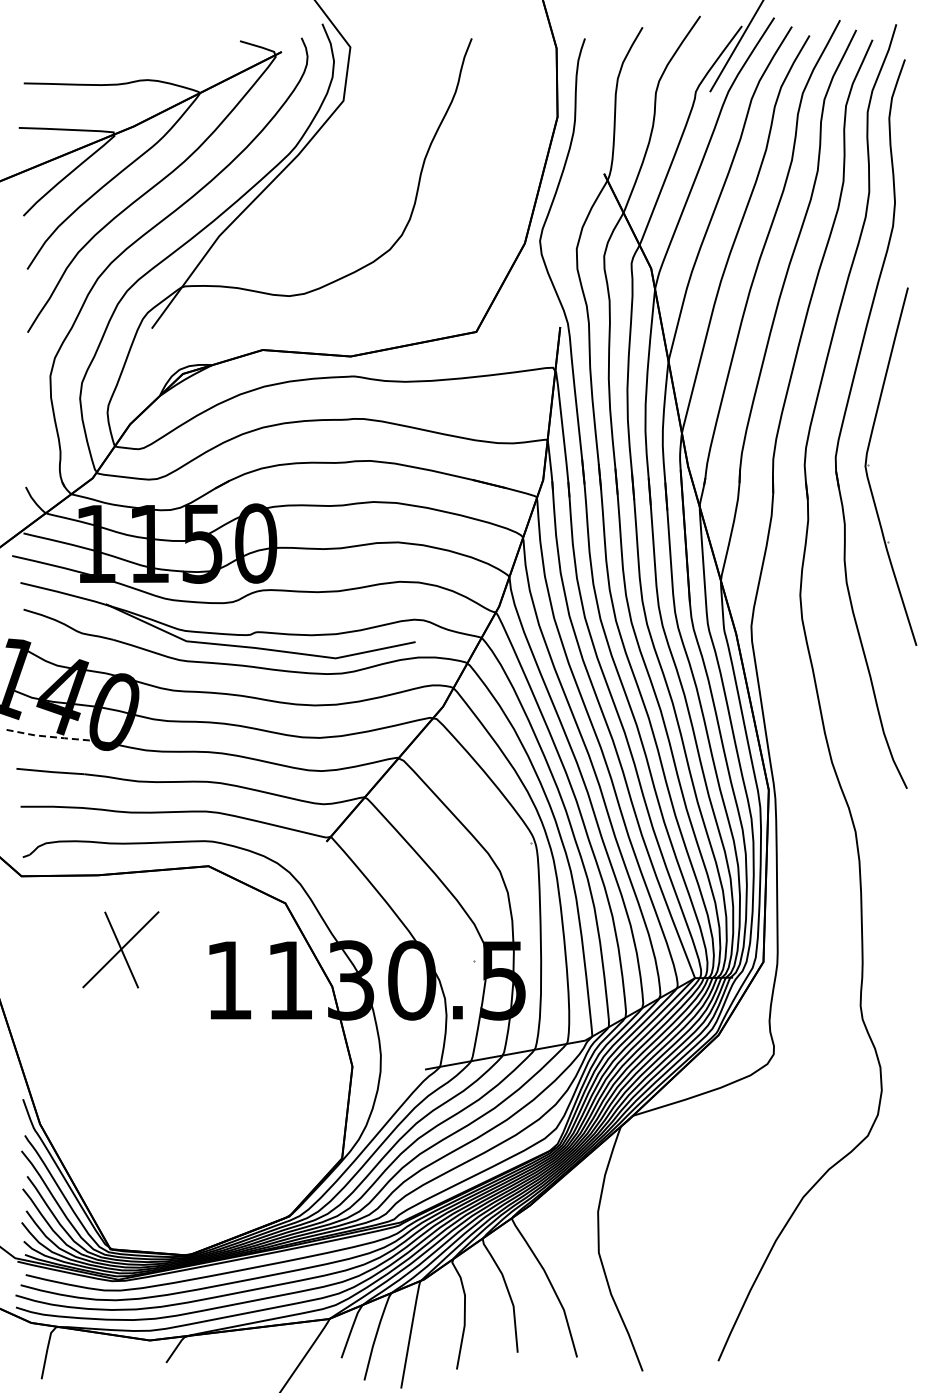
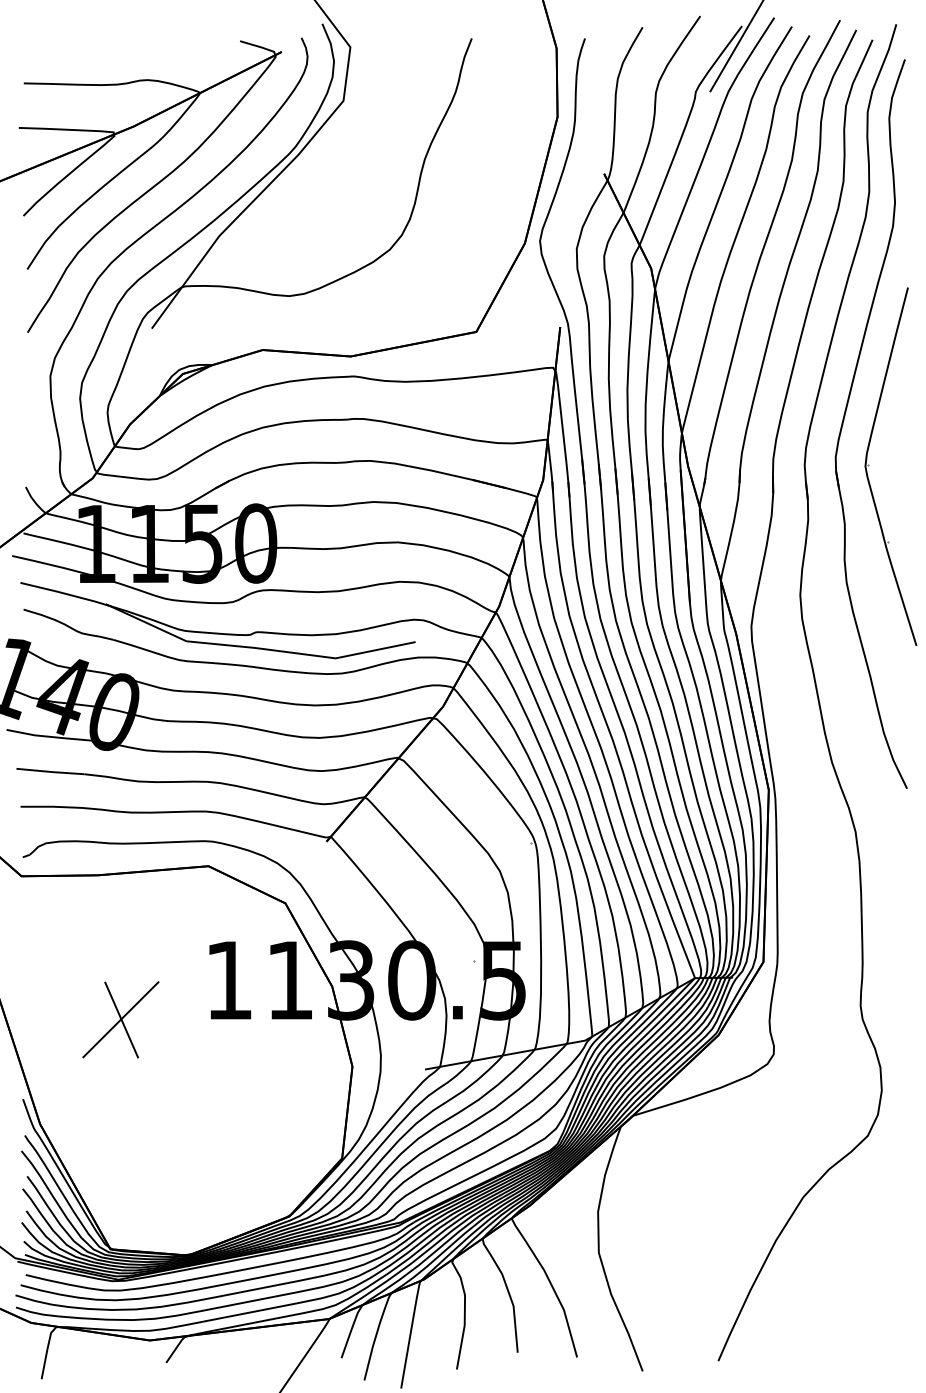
line at (49, 736): dashed -> solid
part at (120, 949) position: (120, 949) -> (120, 1019)
